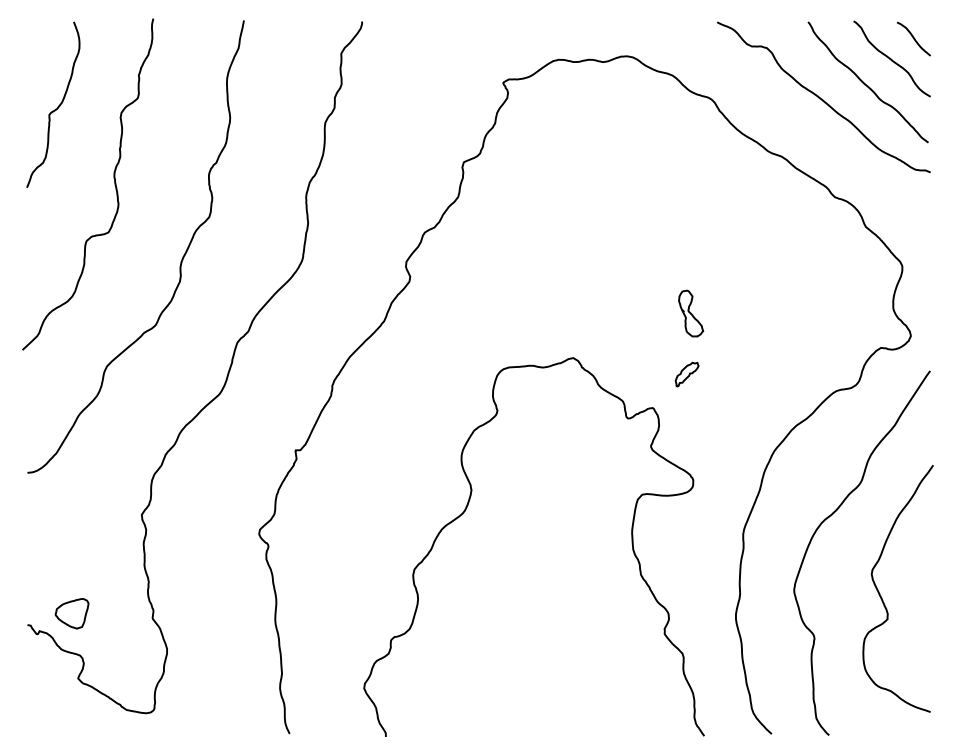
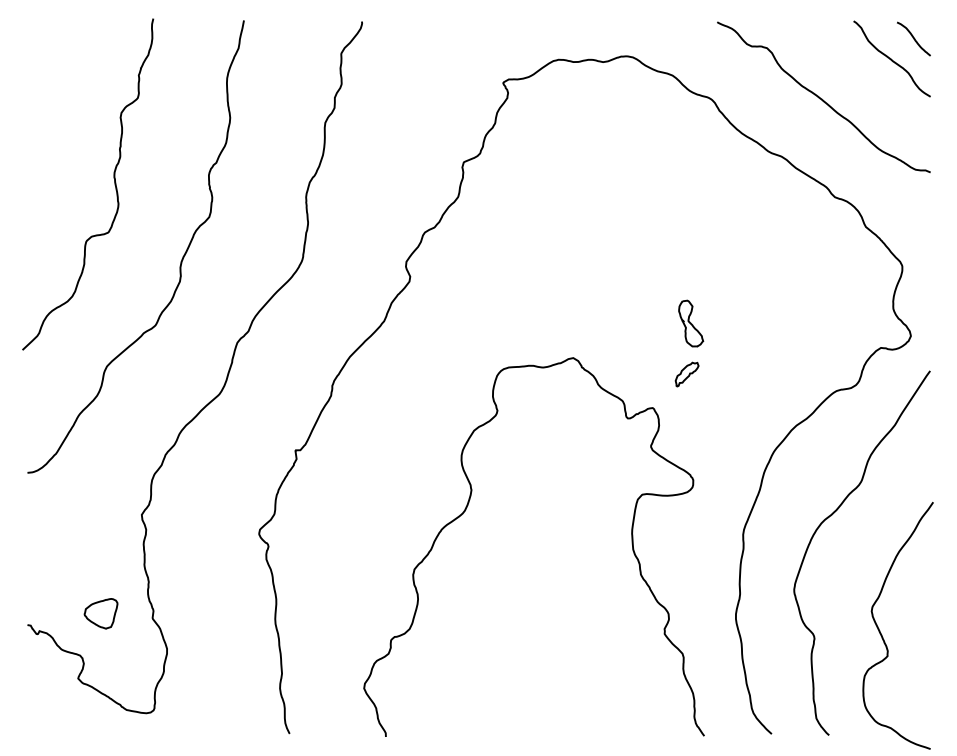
curve at (865, 83): present -> none
curve at (57, 106): present -> none
part at (691, 313) position: (691, 313) -> (691, 323)
curve at (882, 597) position: (882, 597) -> (882, 634)
part at (71, 613) position: (71, 613) -> (100, 613)
